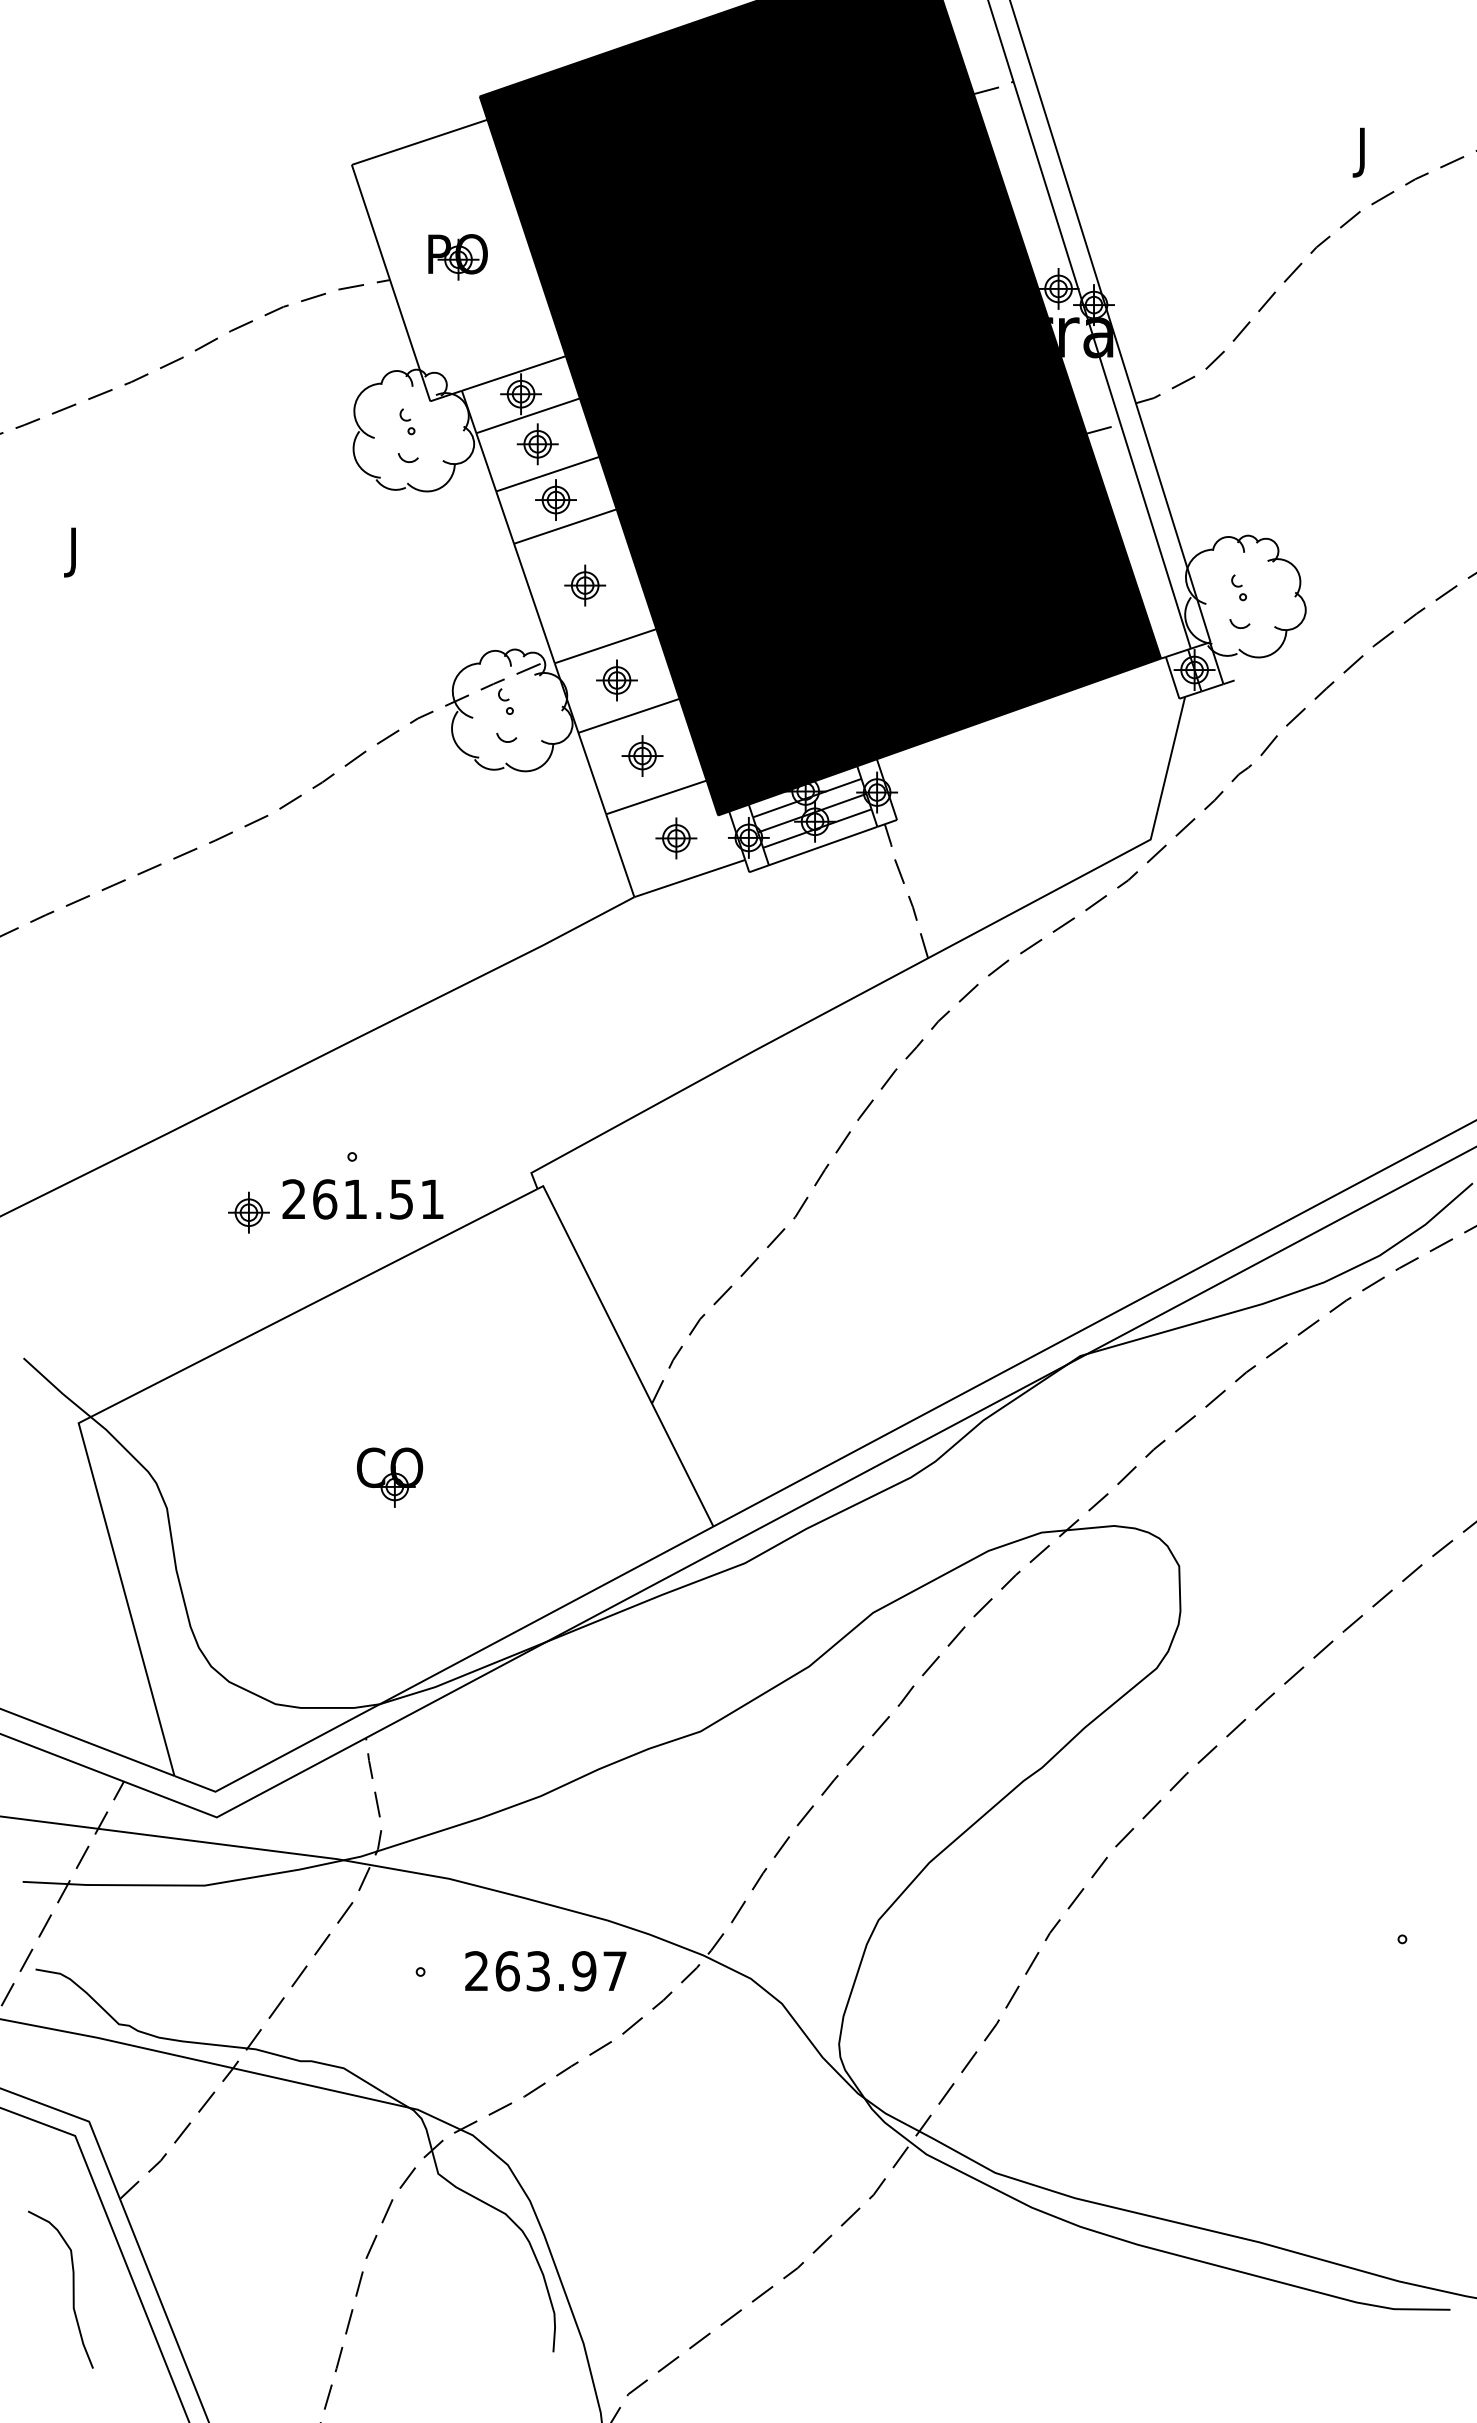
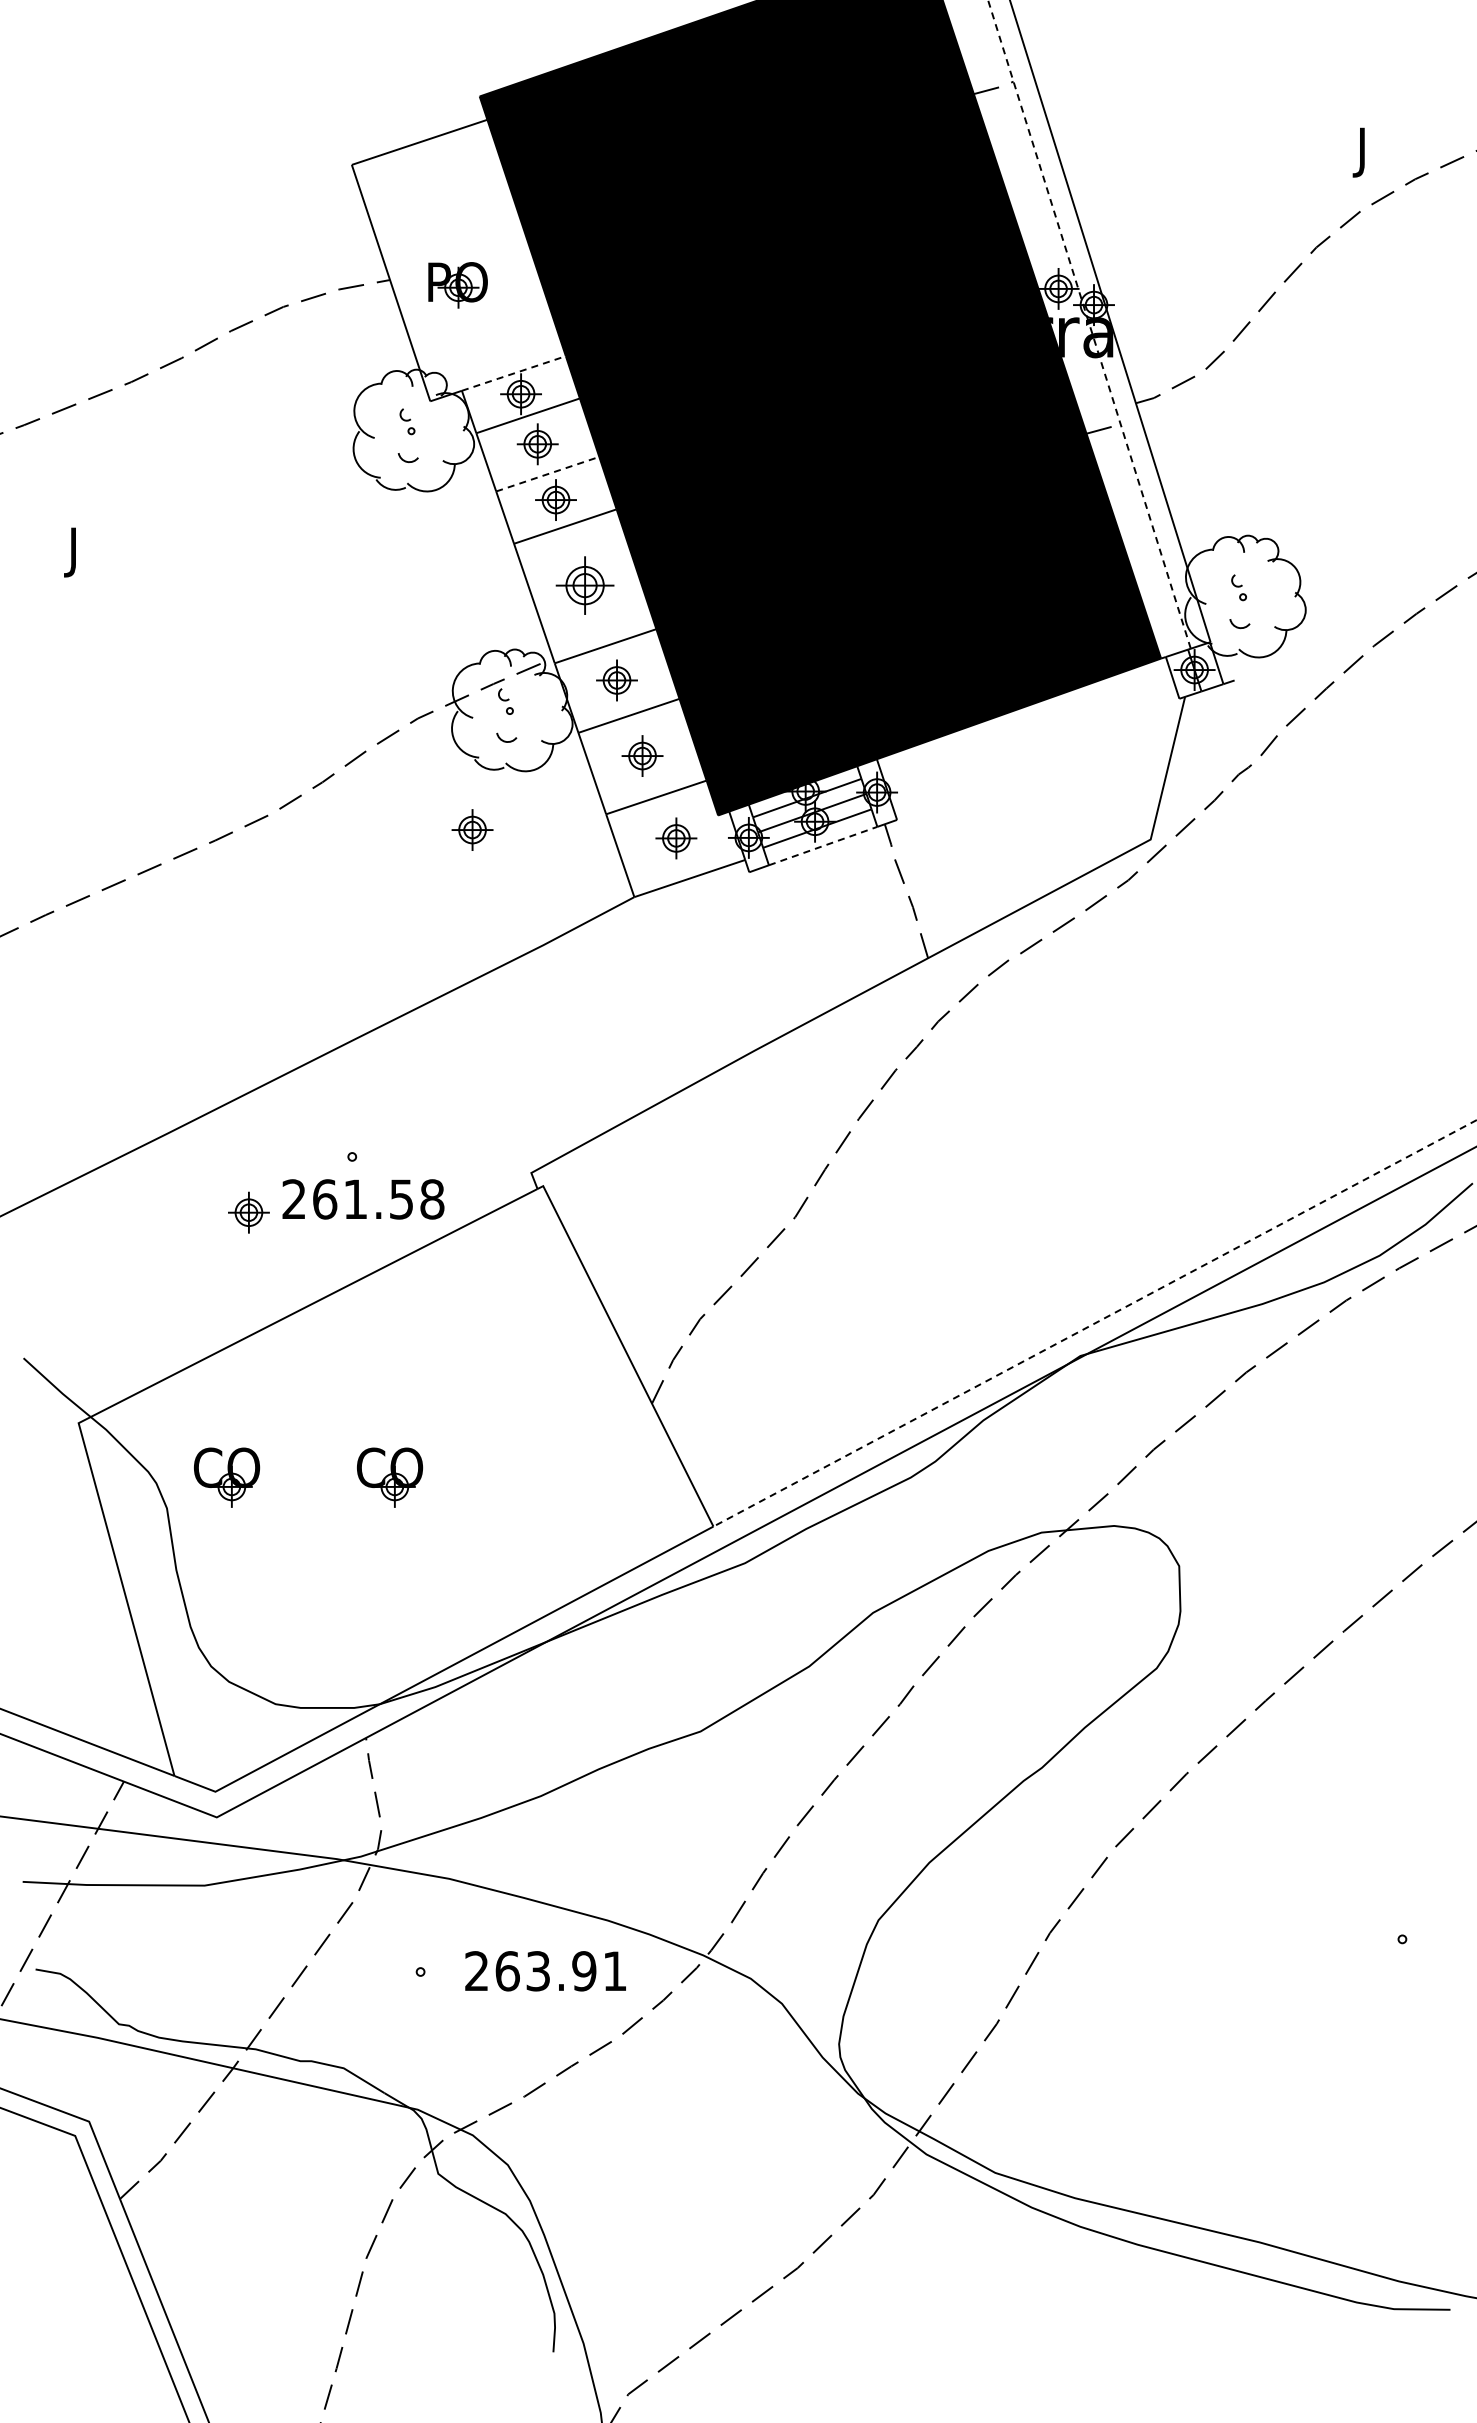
part at (457, 257) position: (457, 257) -> (457, 285)
line at (1089, 324): solid -> dashed
line at (513, 373): solid -> dashed
line at (548, 474): solid -> dashed
part at (585, 585) size: 43x43 px -> 60x59 px
part at (472, 829): none -> present
line at (823, 846): solid -> dashed
text at (432, 1199): 261.51 -> 261.58
line at (1094, 1323): solid -> dashed
part at (227, 1477): none -> present
text at (614, 1970): 263.97 -> 263.91
curve at (72, 2289): present -> none
